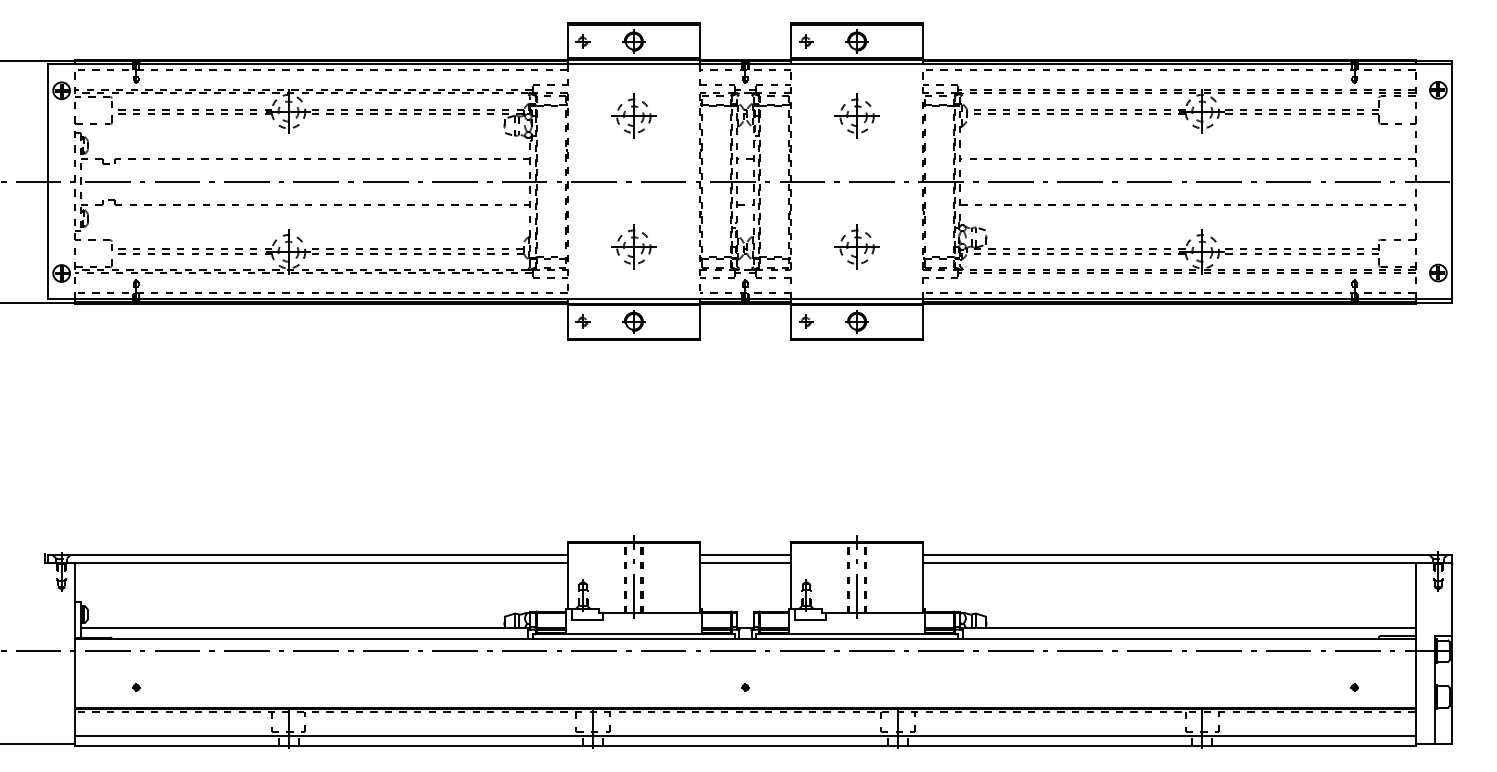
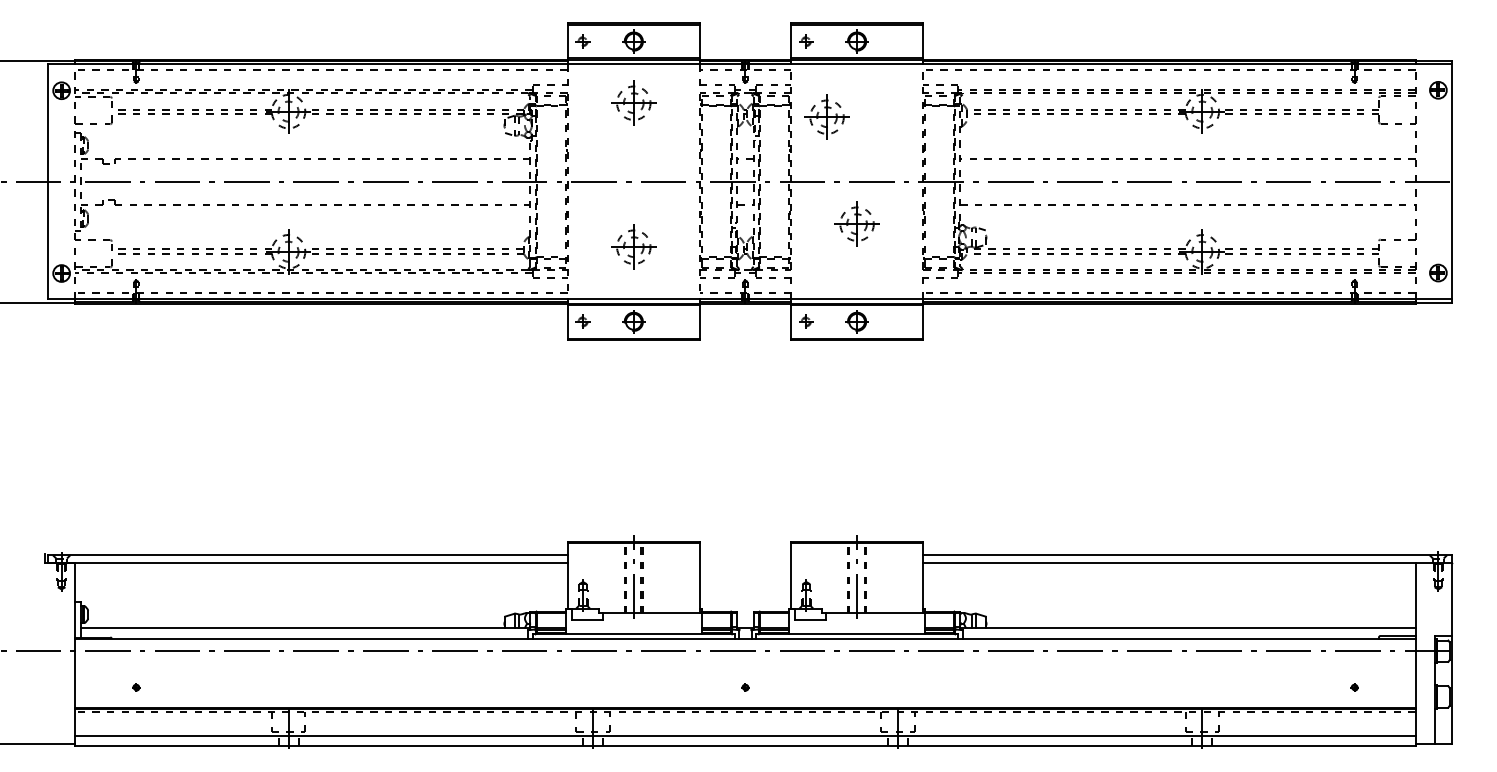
part at (633, 115) position: (633, 115) -> (633, 102)
part at (856, 115) position: (856, 115) -> (826, 116)
part at (856, 246) position: (856, 246) -> (856, 223)
line at (745, 555): present -> none
line at (745, 562): present -> none
